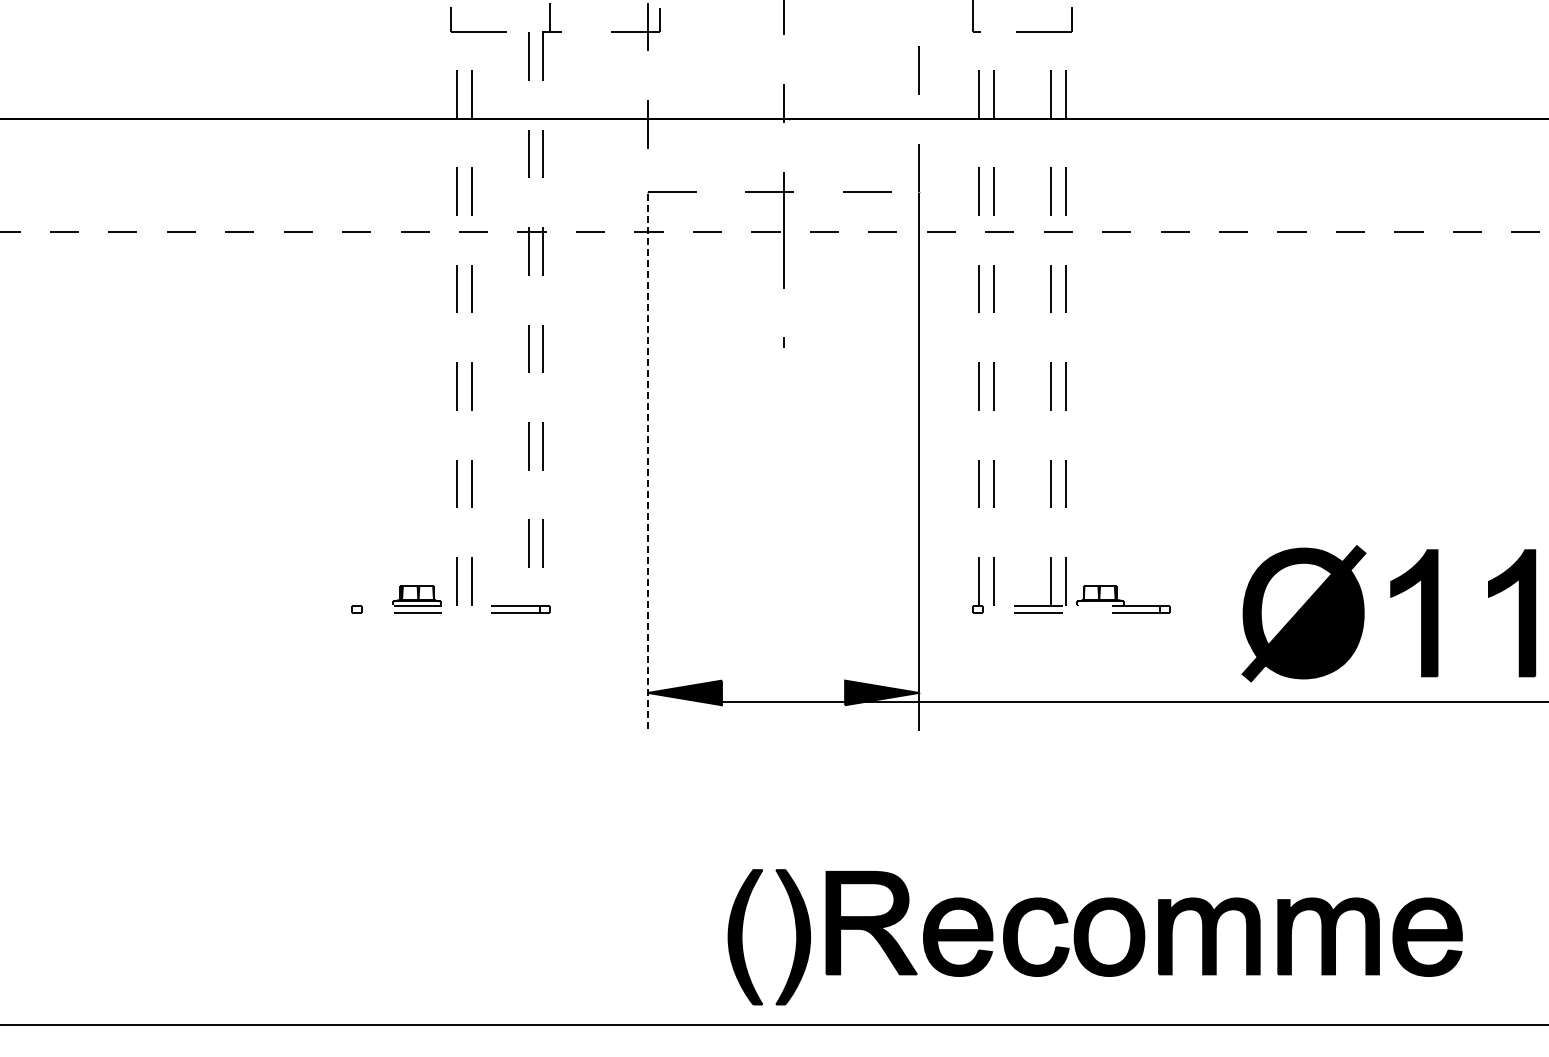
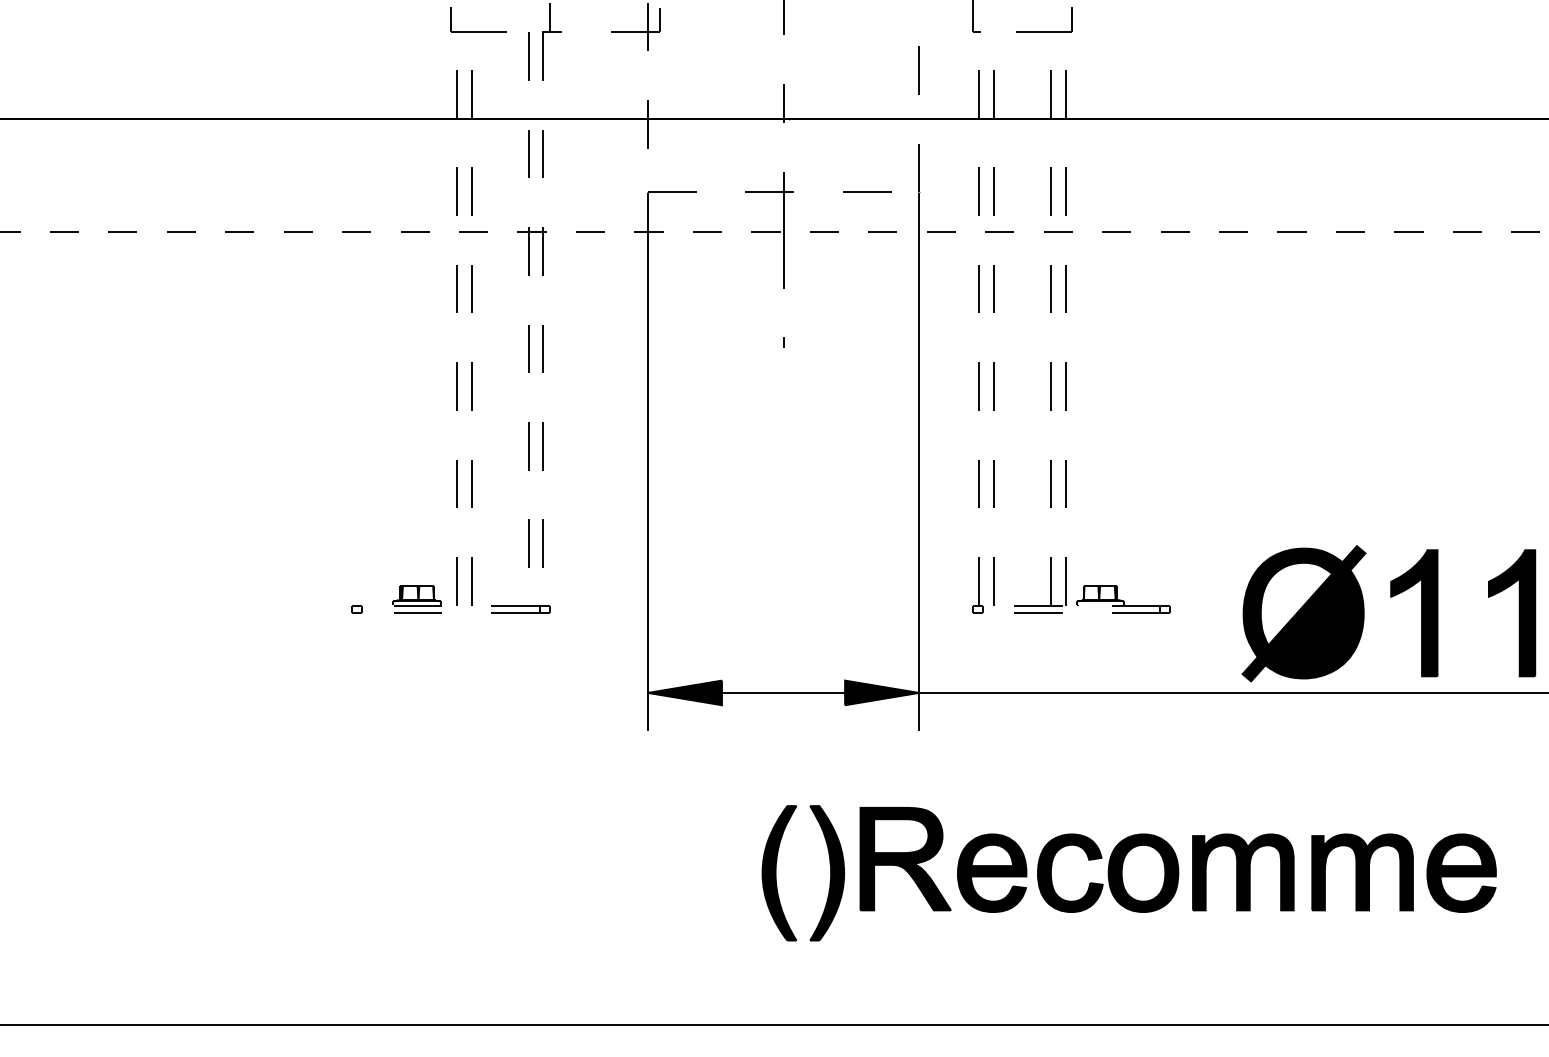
line at (648, 462): dashed -> solid
line at (1133, 701) position: (1133, 701) -> (1133, 692)
part at (1094, 937) position: (1094, 937) -> (1128, 873)
